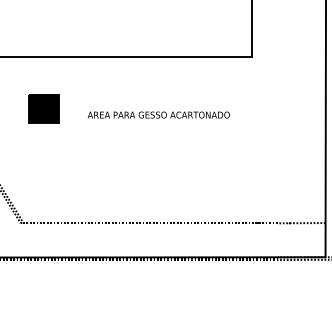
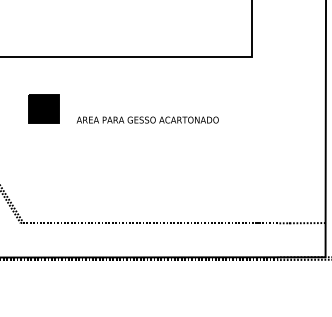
text at (158, 114) position: (158, 114) -> (147, 119)
